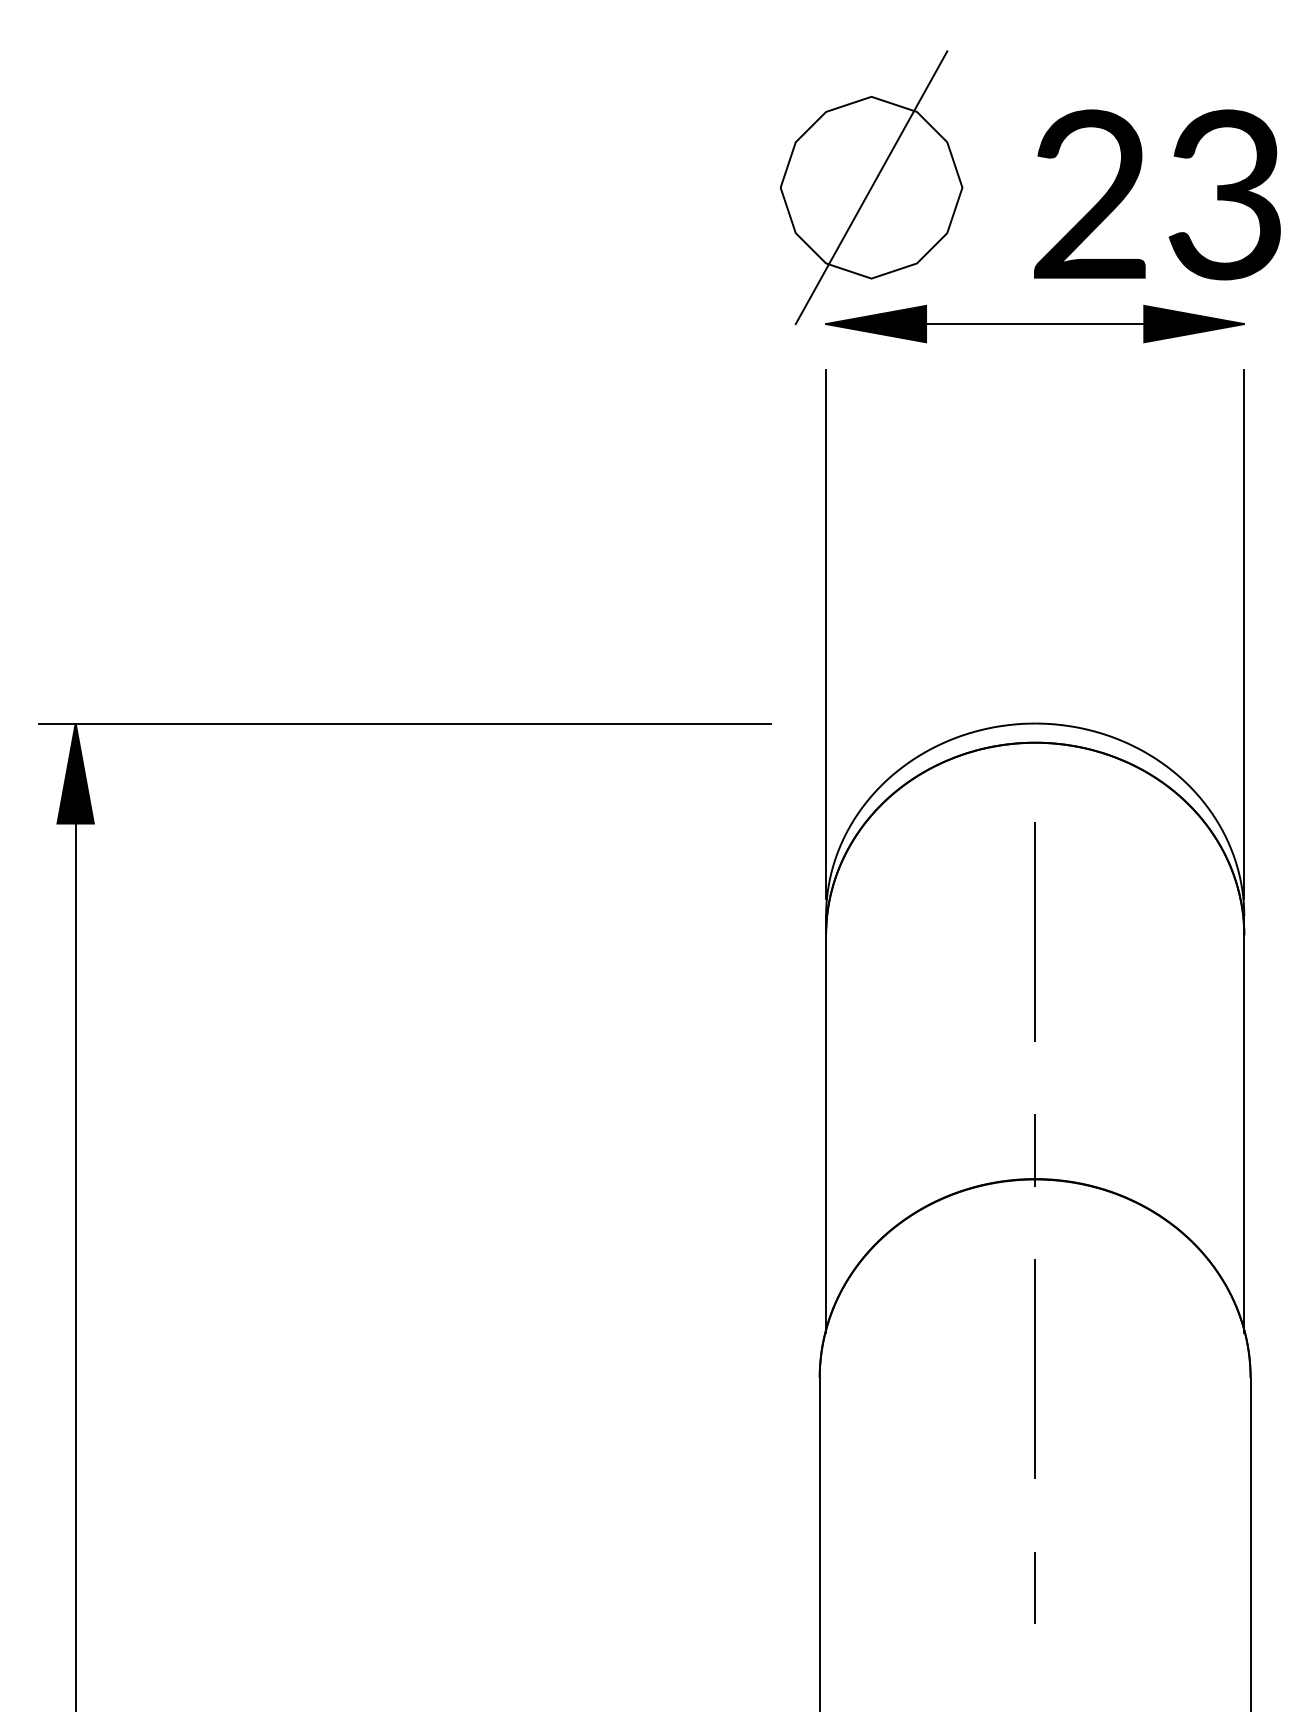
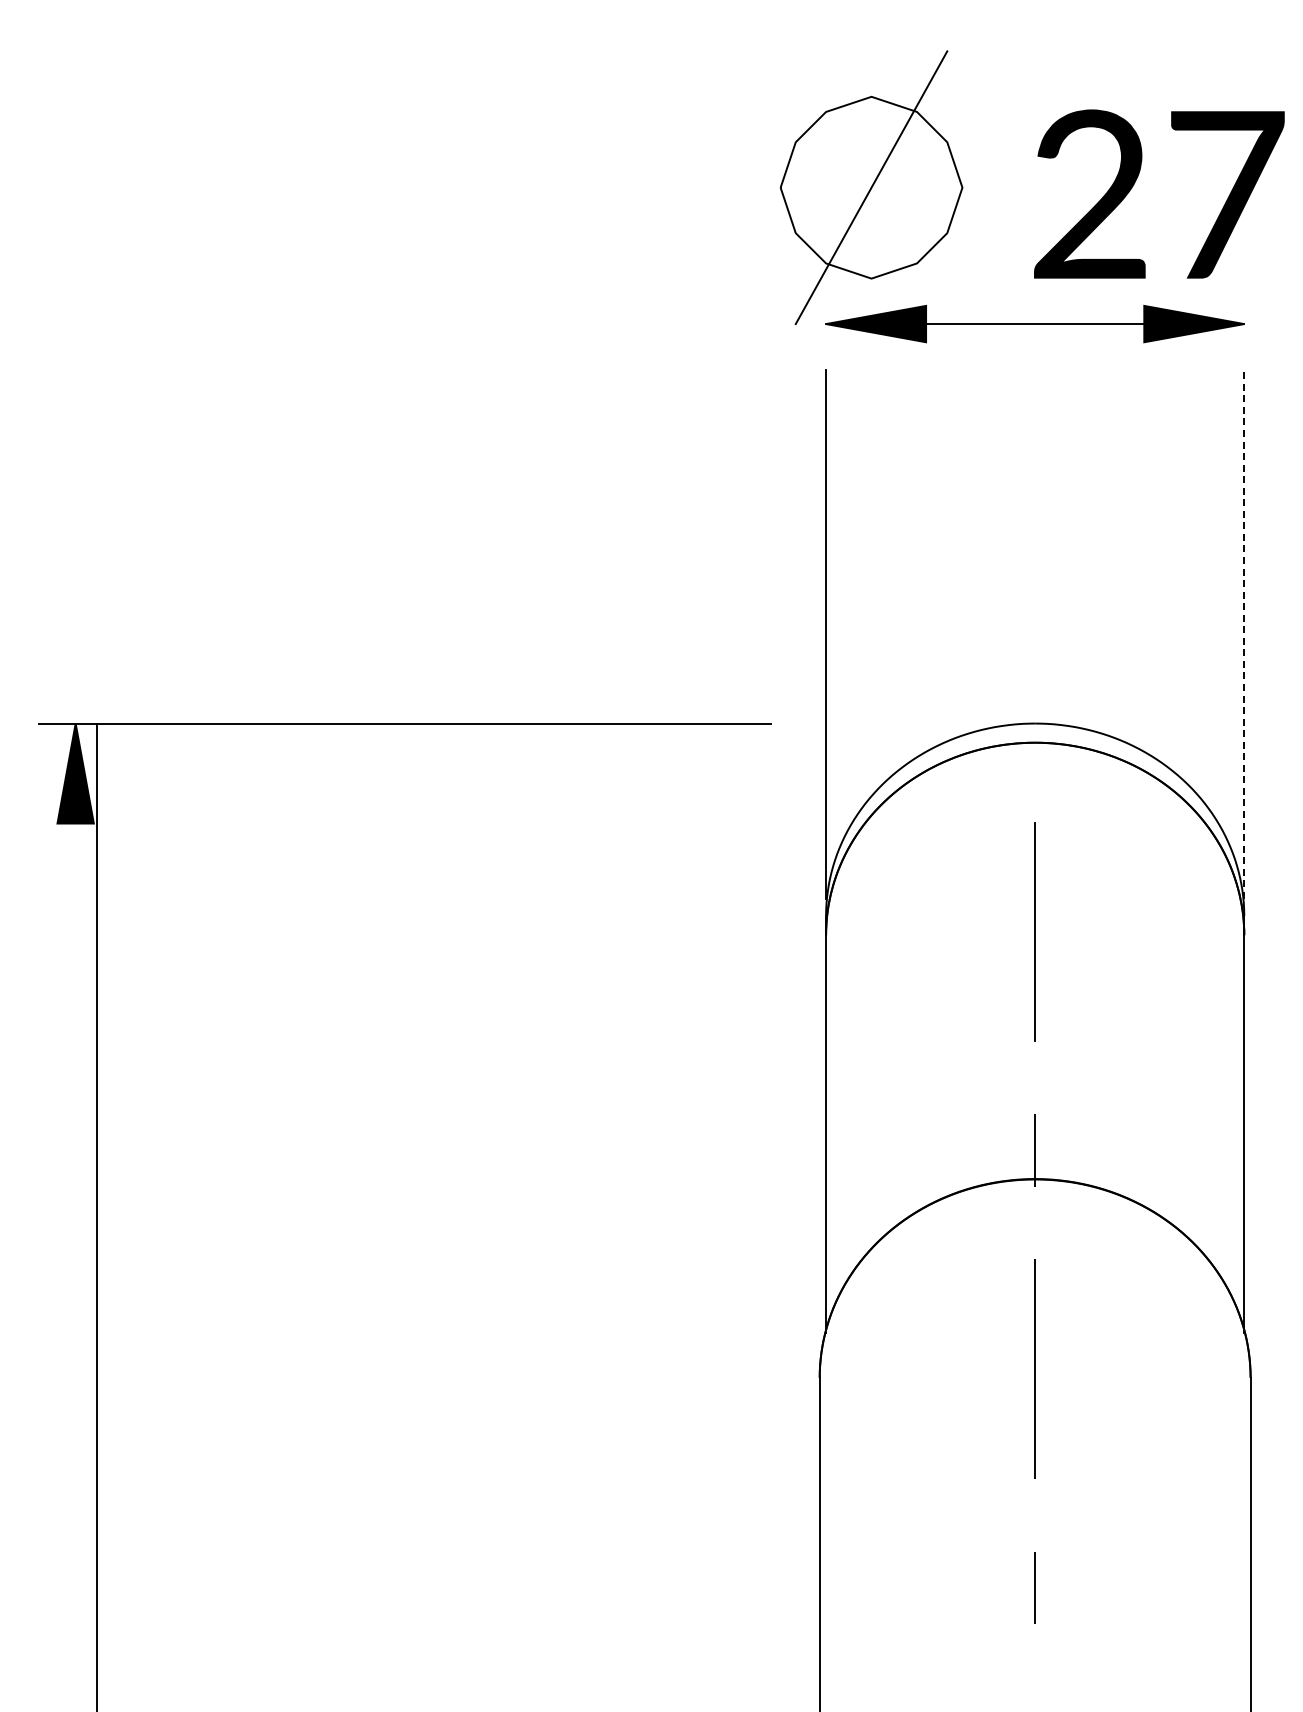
text at (1226, 194): 23 -> 27
line at (1244, 634): solid -> dashed
line at (75, 1215) position: (75, 1215) -> (96, 1215)
